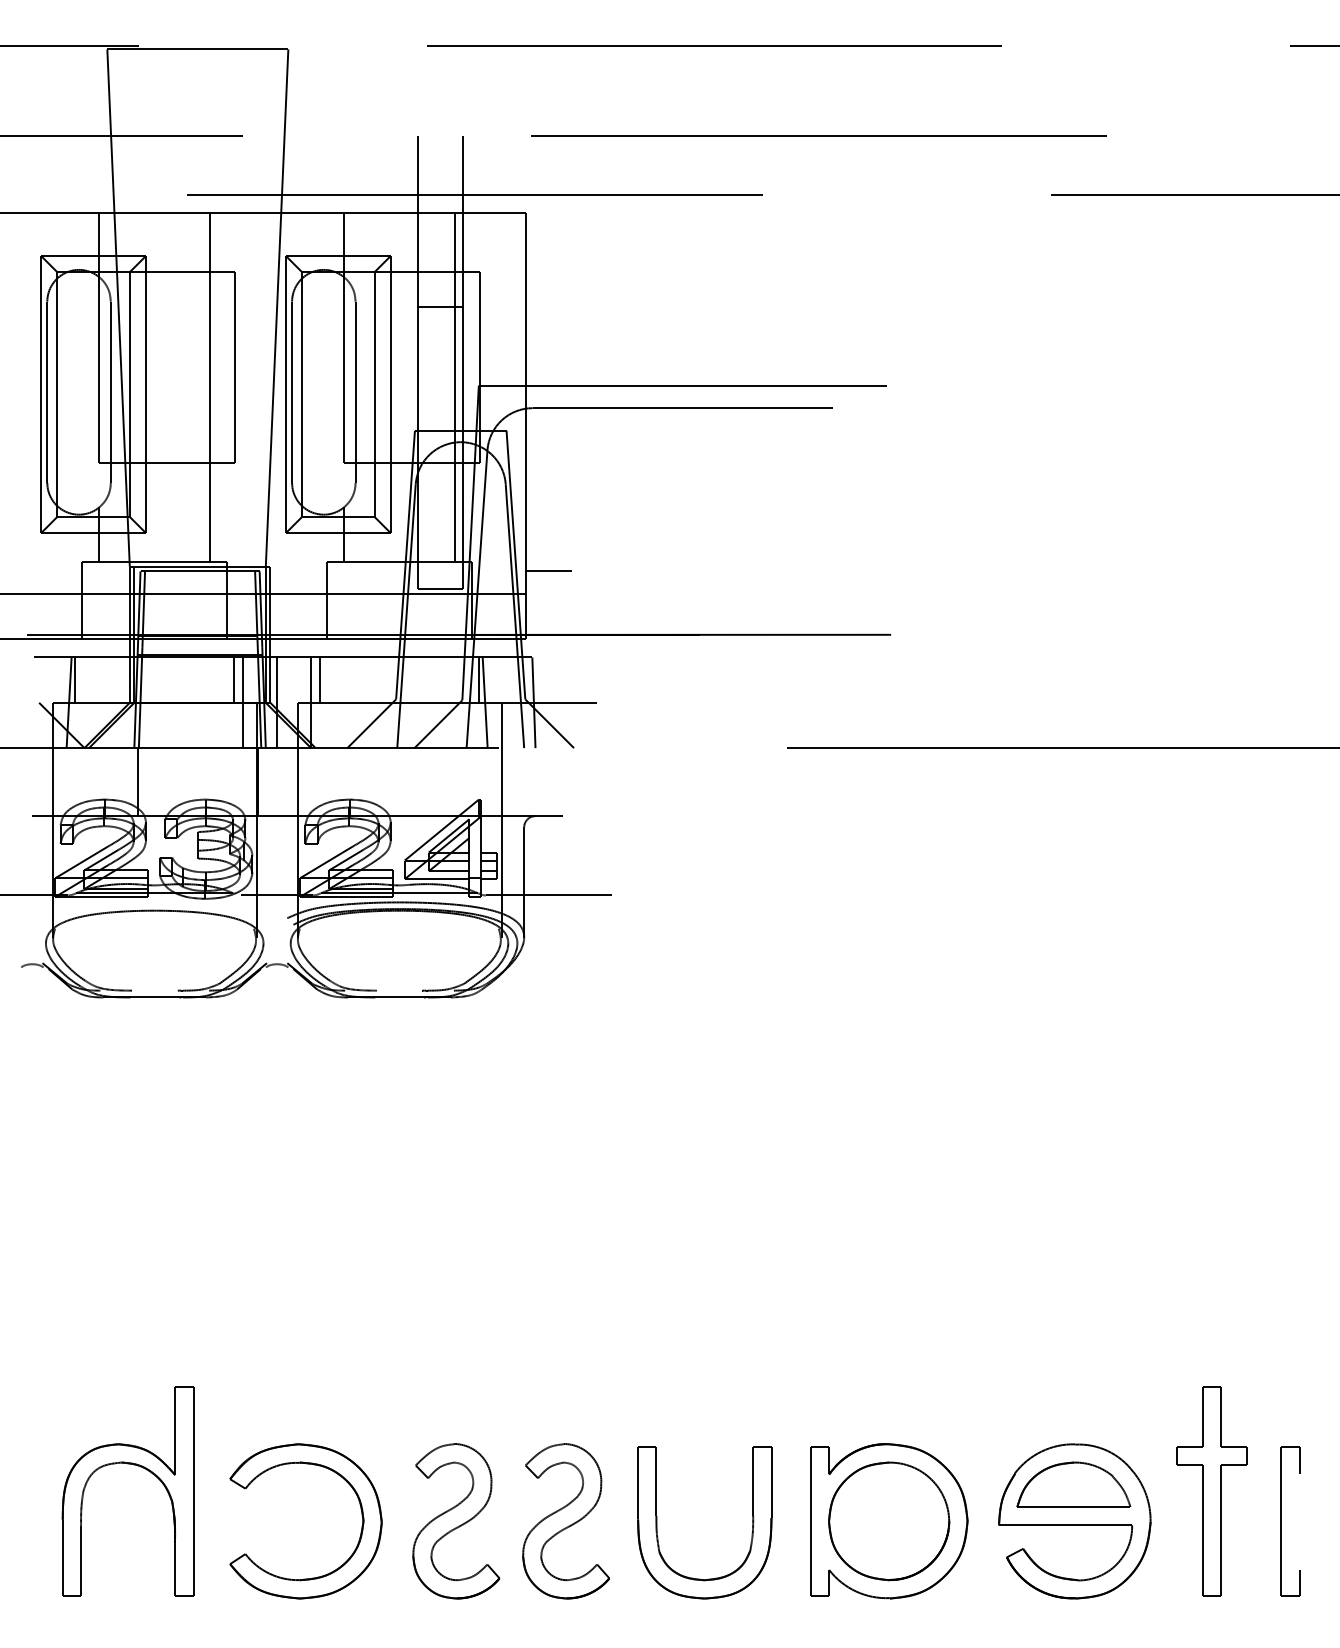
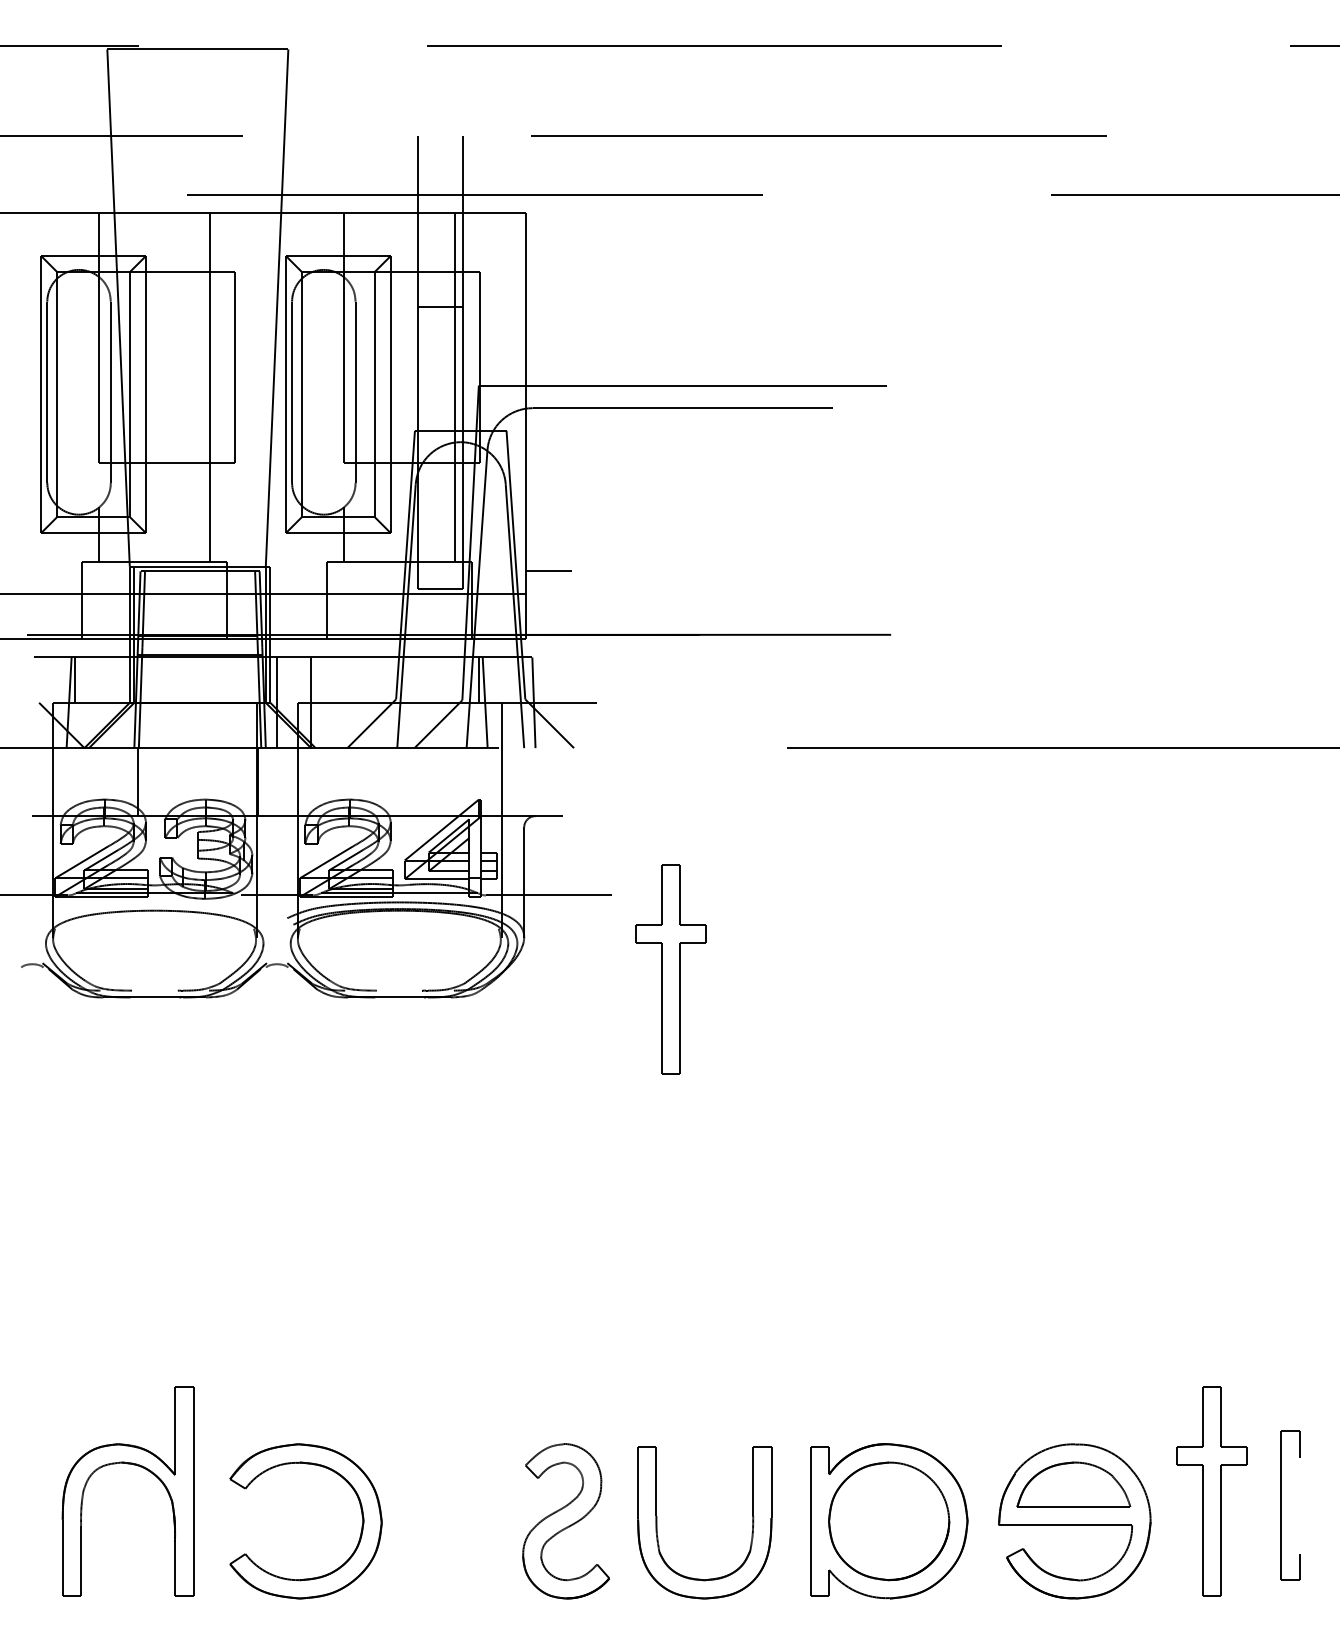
line at (234, 679): present -> none
line at (320, 679): present -> none
line at (242, 702): present -> none
part at (670, 969): none -> present
part at (456, 1521): present -> none
part at (1281, 1521) position: (1281, 1521) -> (1281, 1505)
